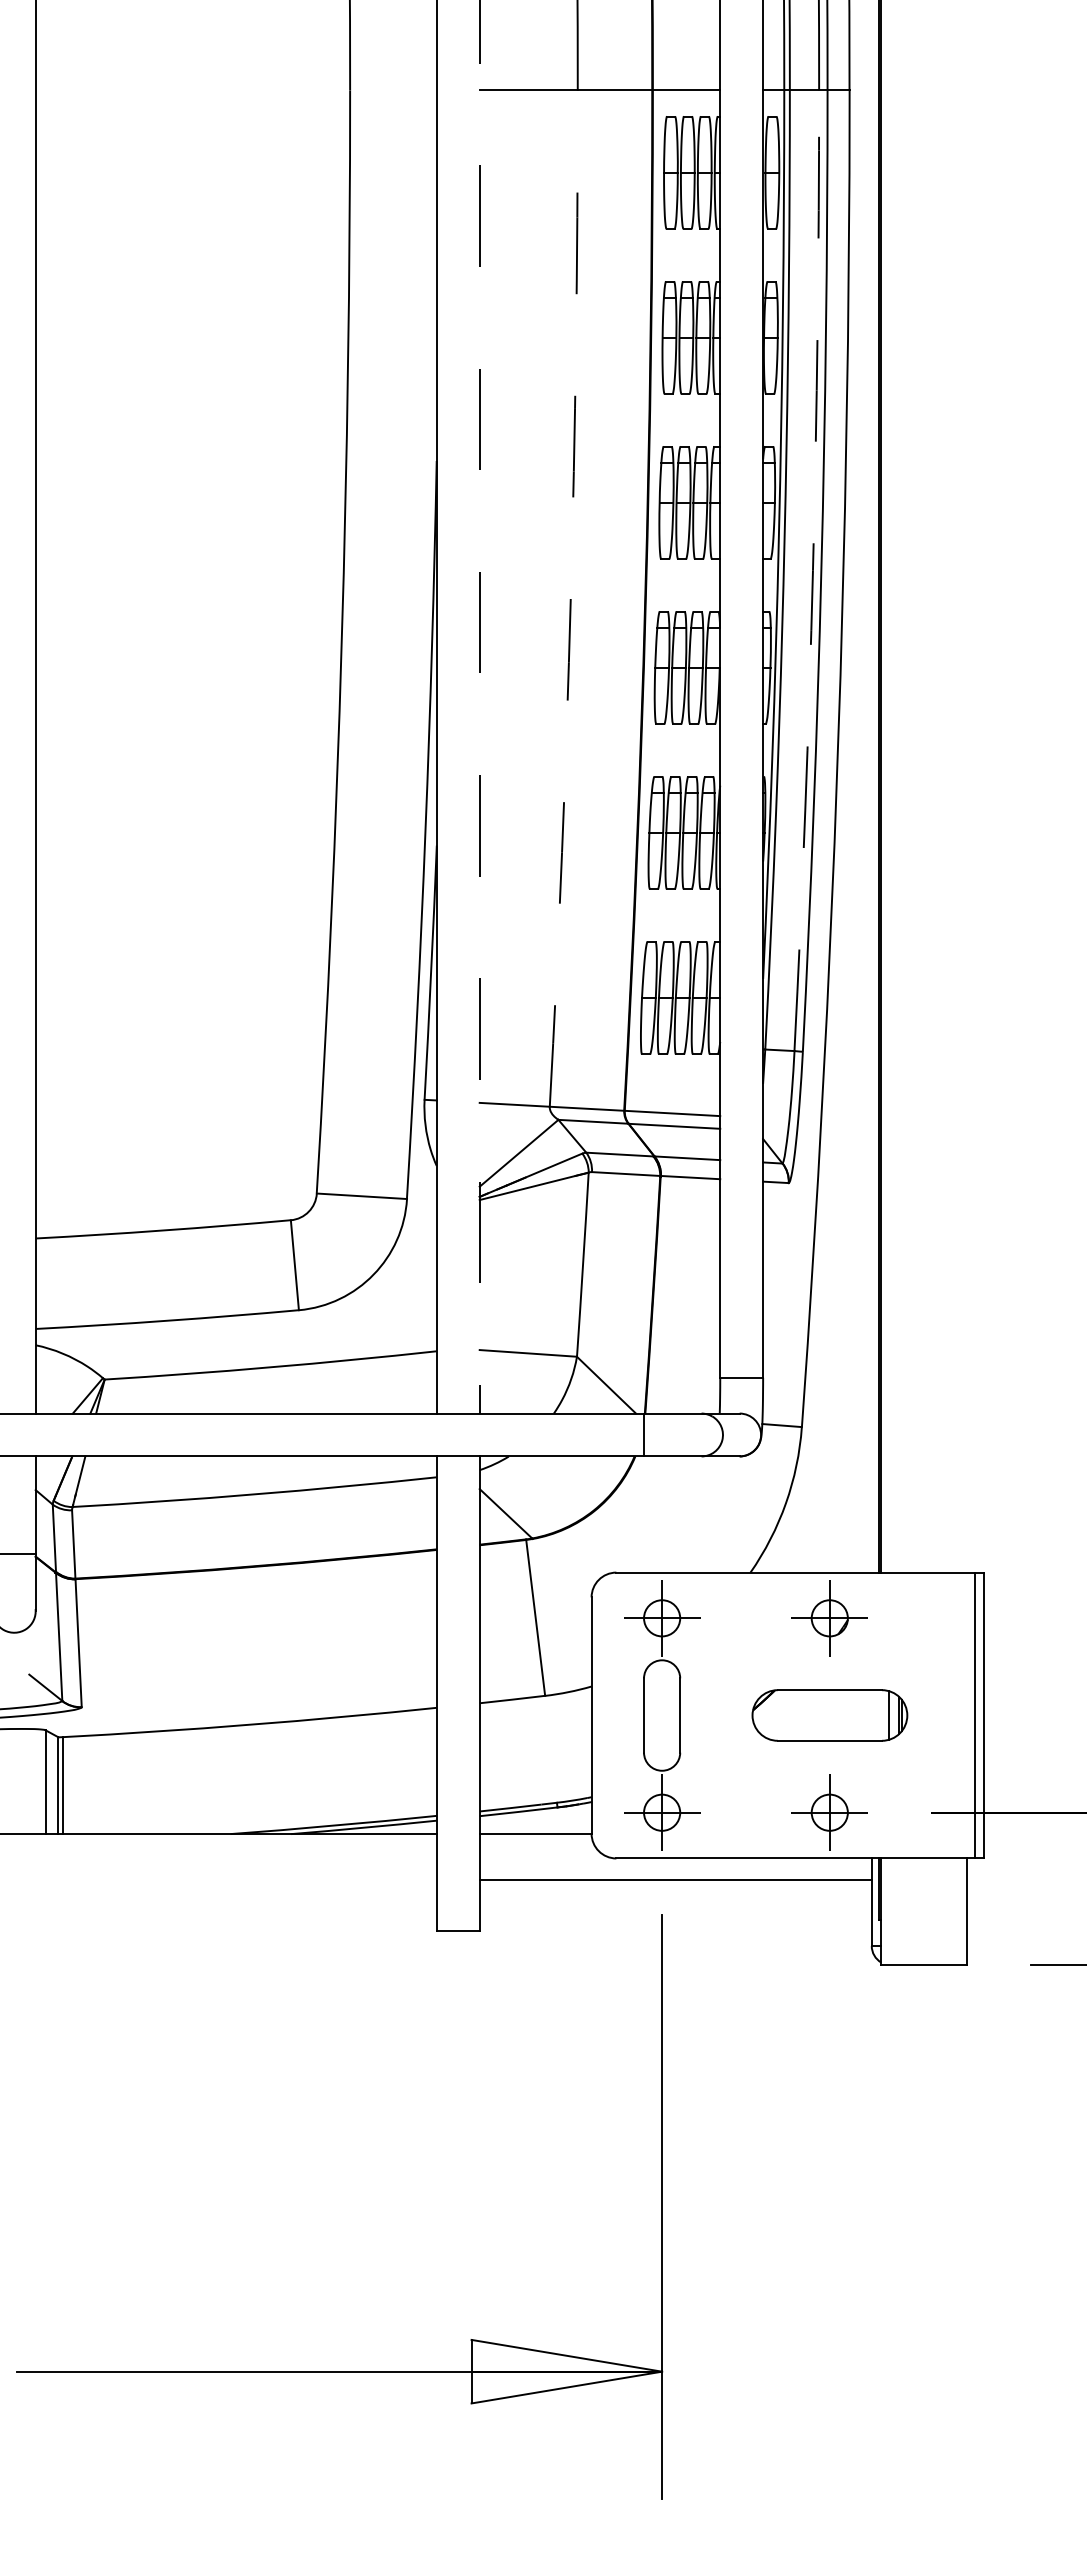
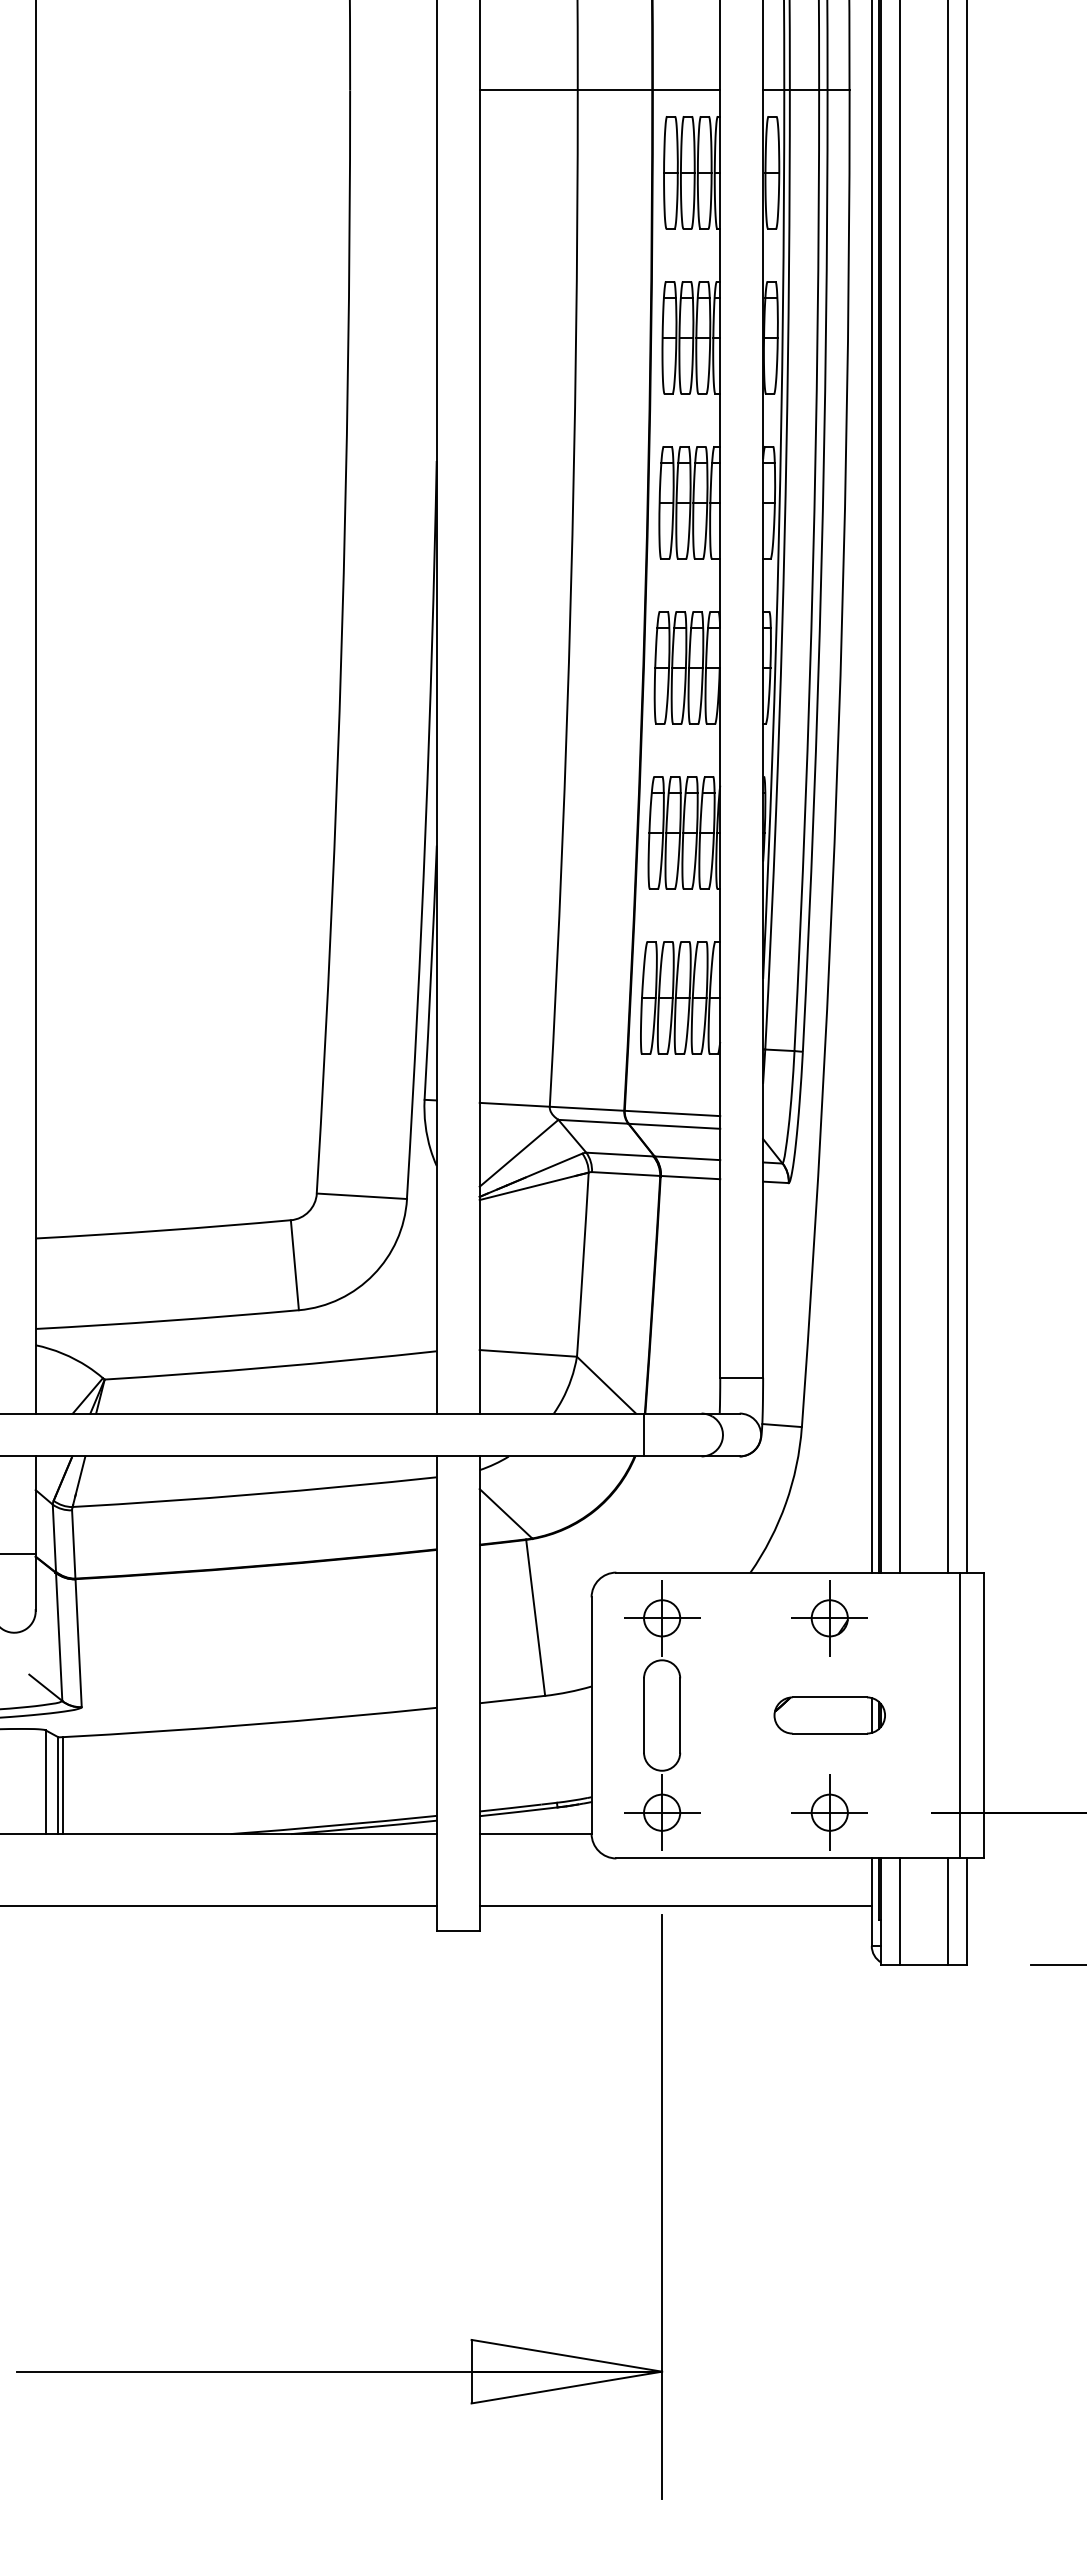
arc at (812, 570): dashed -> solid
arc at (570, 598): dashed -> solid
line at (479, 707): dashed -> solid
line at (871, 787): none -> present
line at (900, 787): none -> present
line at (947, 787): none -> present
line at (966, 787): none -> present
part at (829, 1715) size: 158x53 px -> 113x39 px
line at (975, 1715) position: (975, 1715) -> (960, 1715)
line at (675, 1879) position: (675, 1879) -> (675, 1905)
line at (219, 1905): none -> present
line at (900, 1911): none -> present
line at (947, 1911): none -> present
